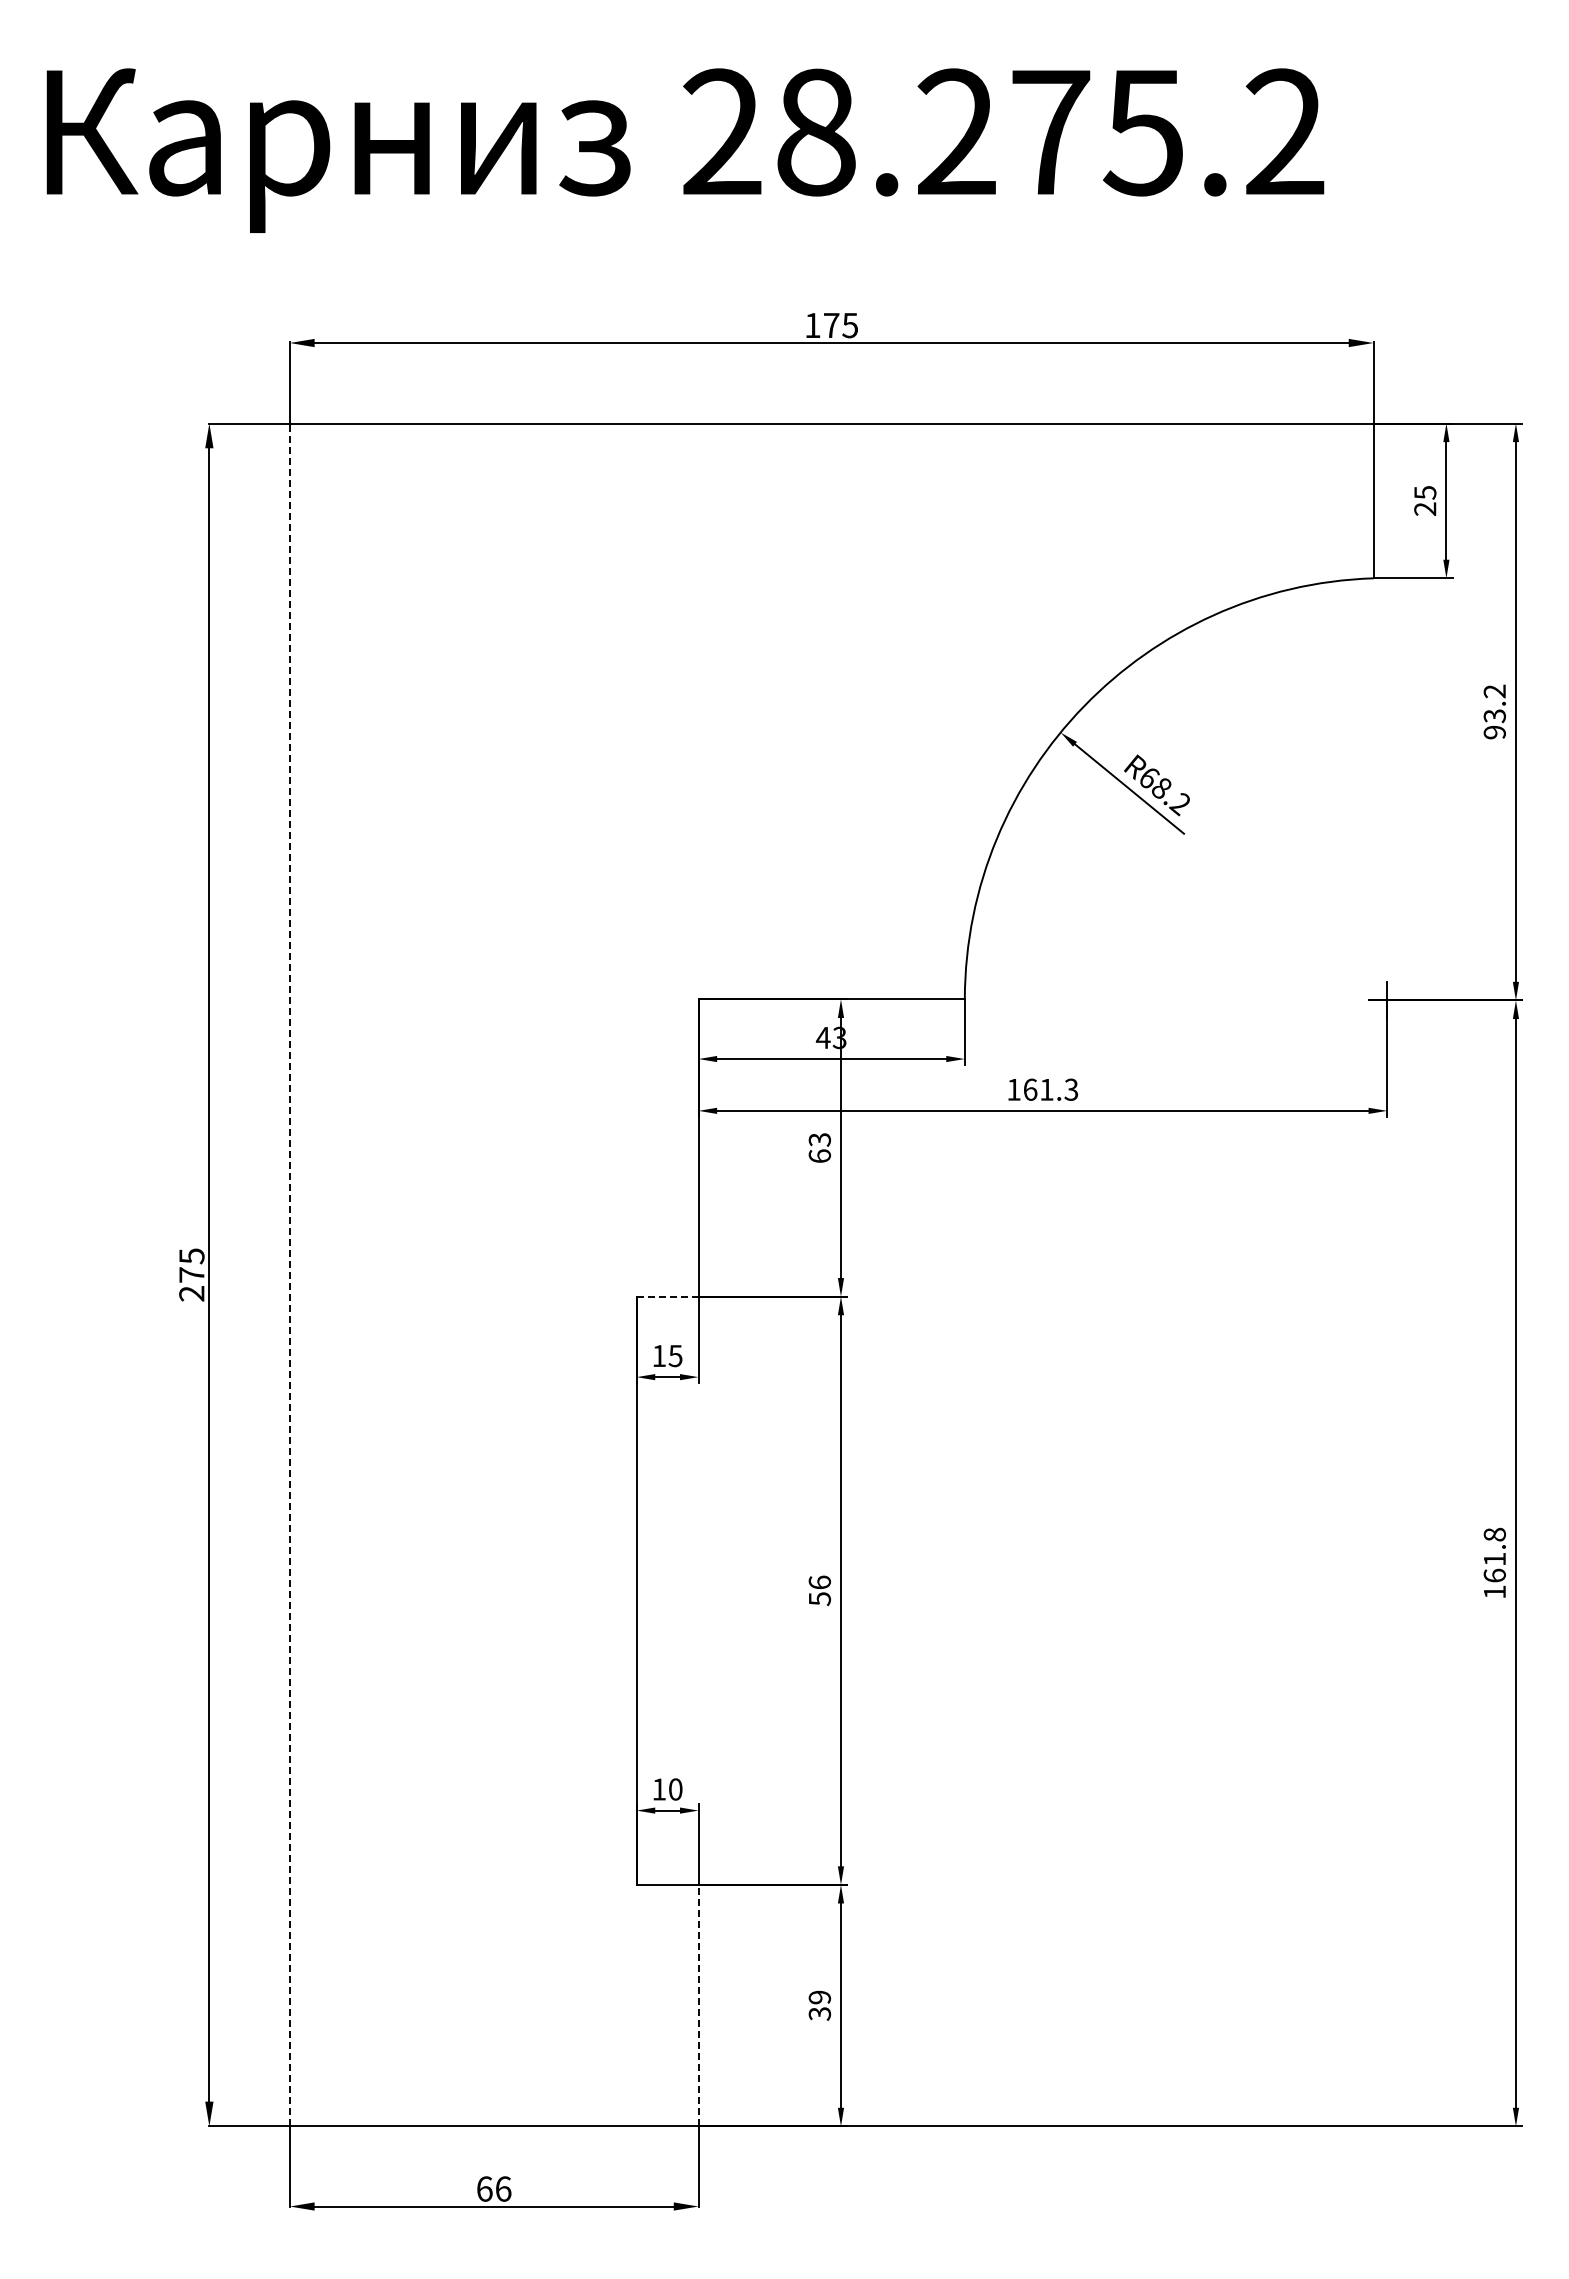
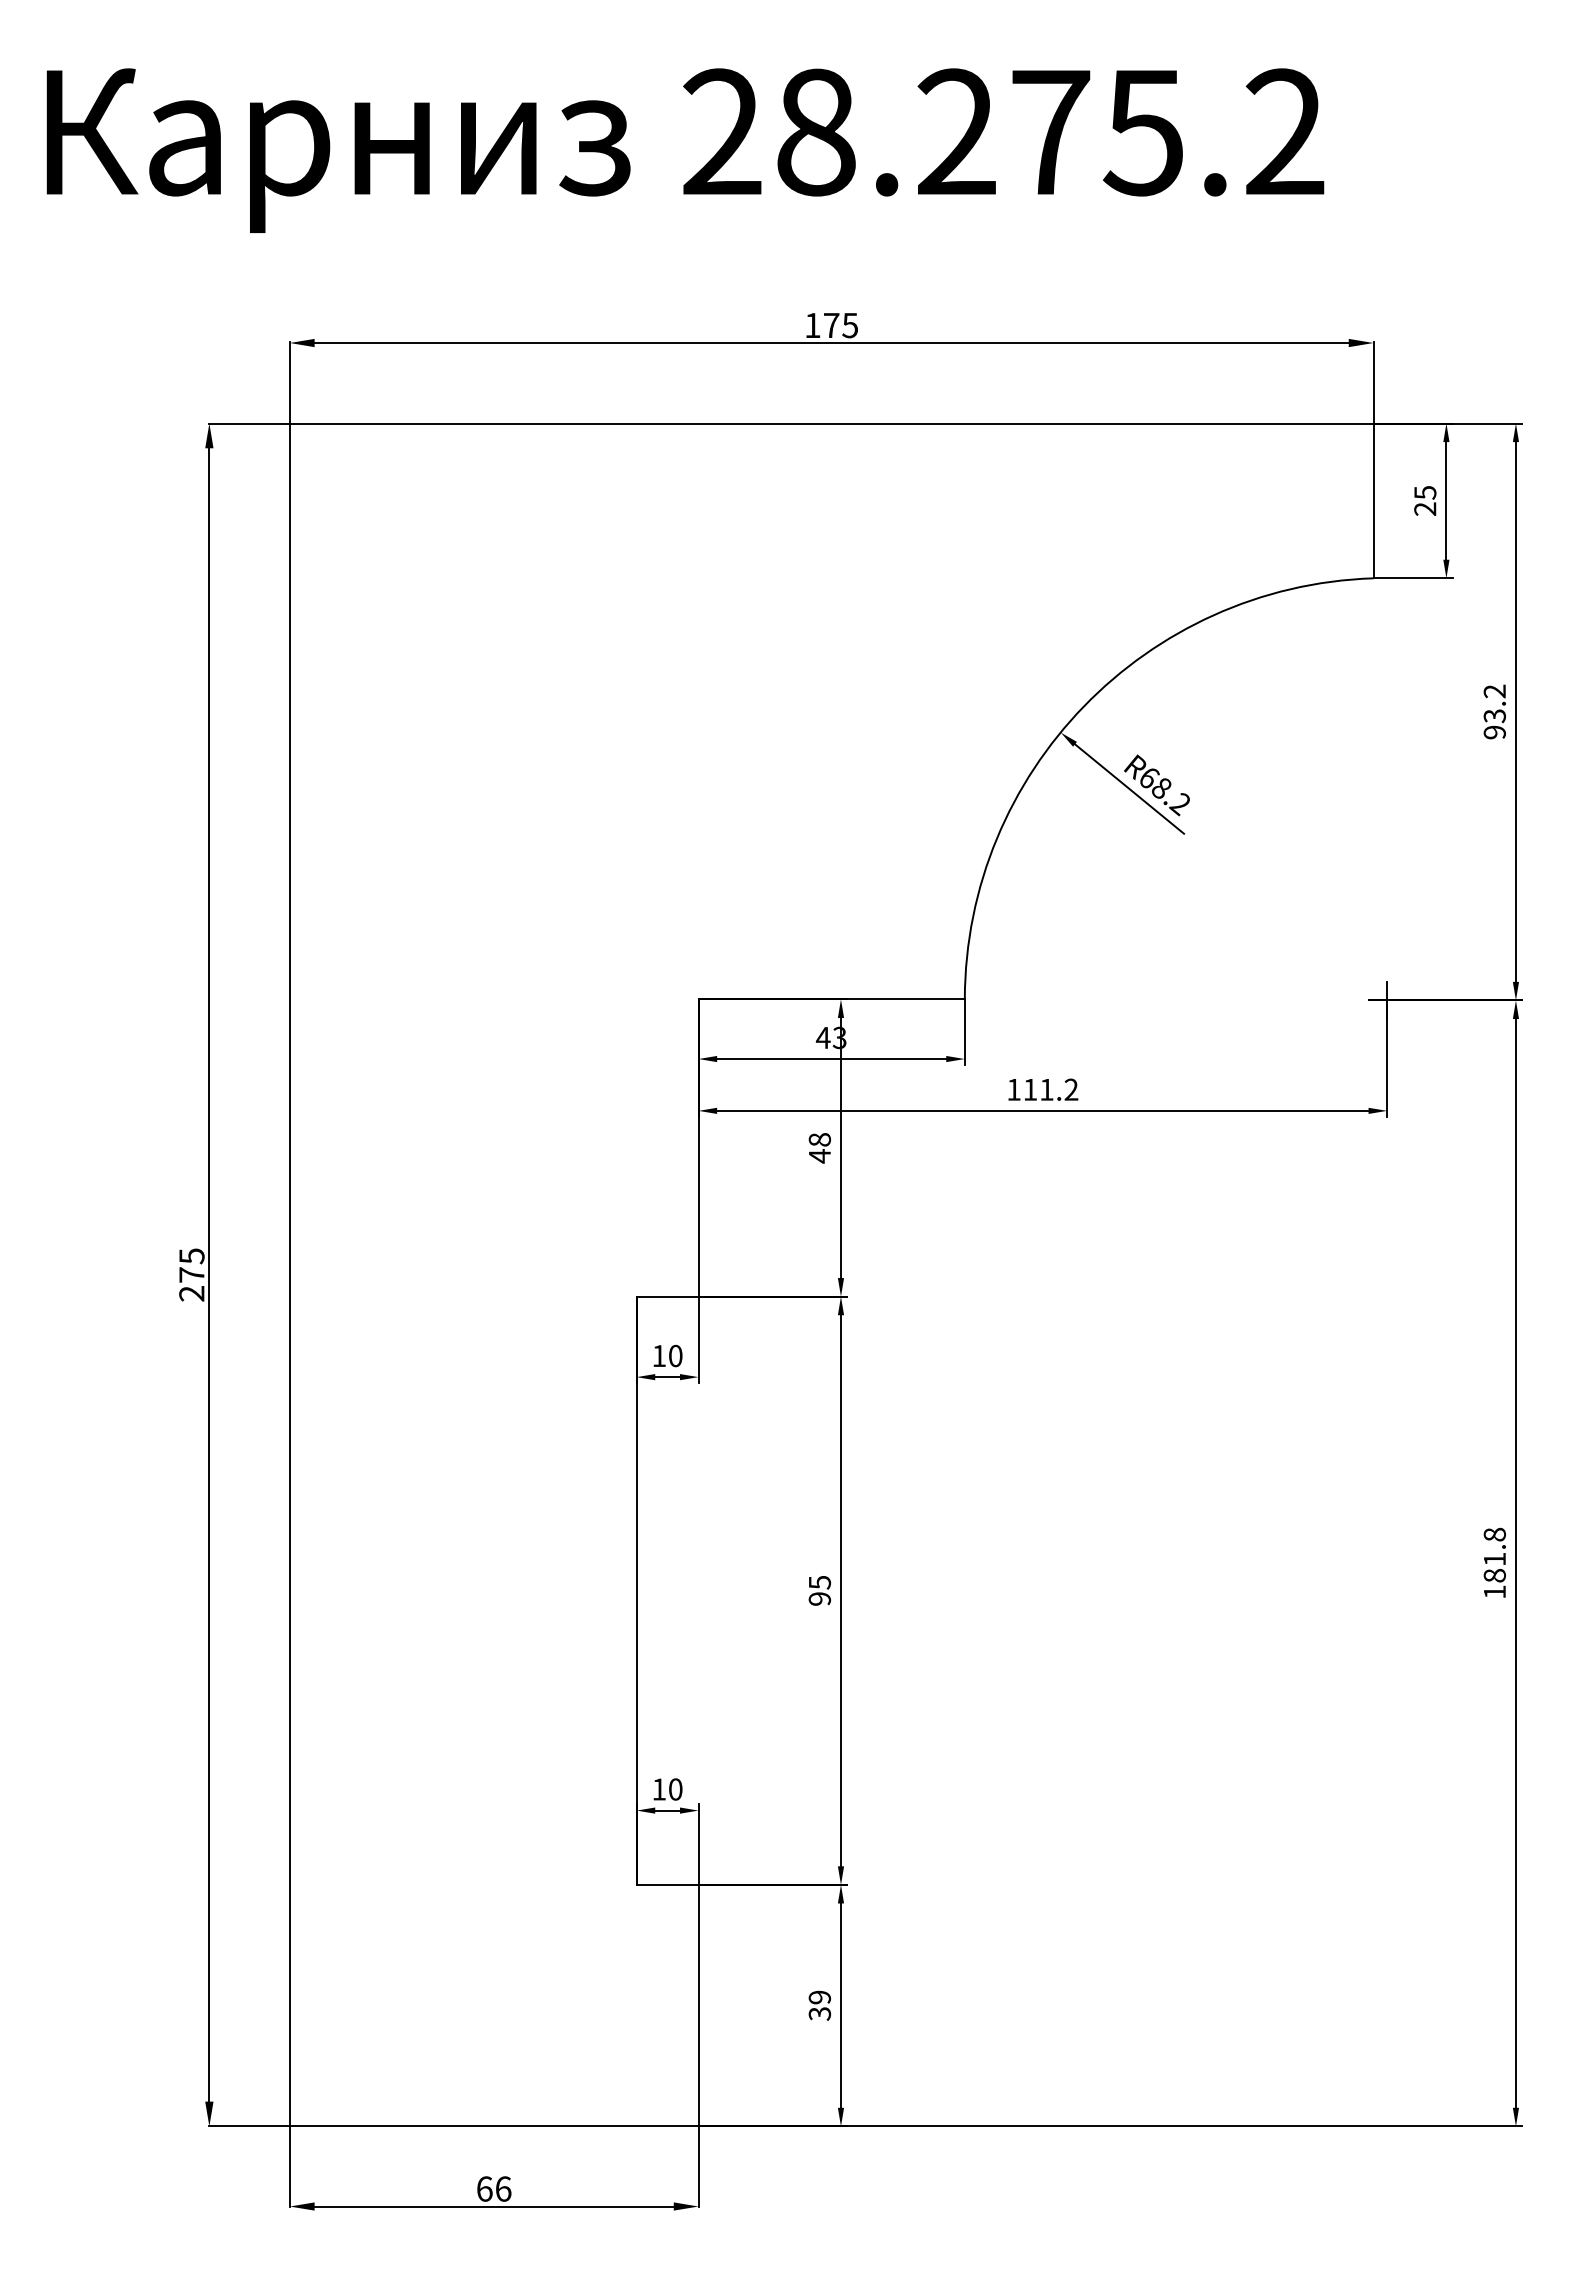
text at (1051, 1089): 161.3 -> 111.2
text at (819, 1148): 63 -> 48
line at (289, 1274): dashed -> solid
line at (667, 1296): dashed -> solid
text at (675, 1355): 15 -> 10
text at (1494, 1575): 161.8 -> 181.8
text at (819, 1590): 56 -> 95
line at (698, 2005): dashed -> solid
